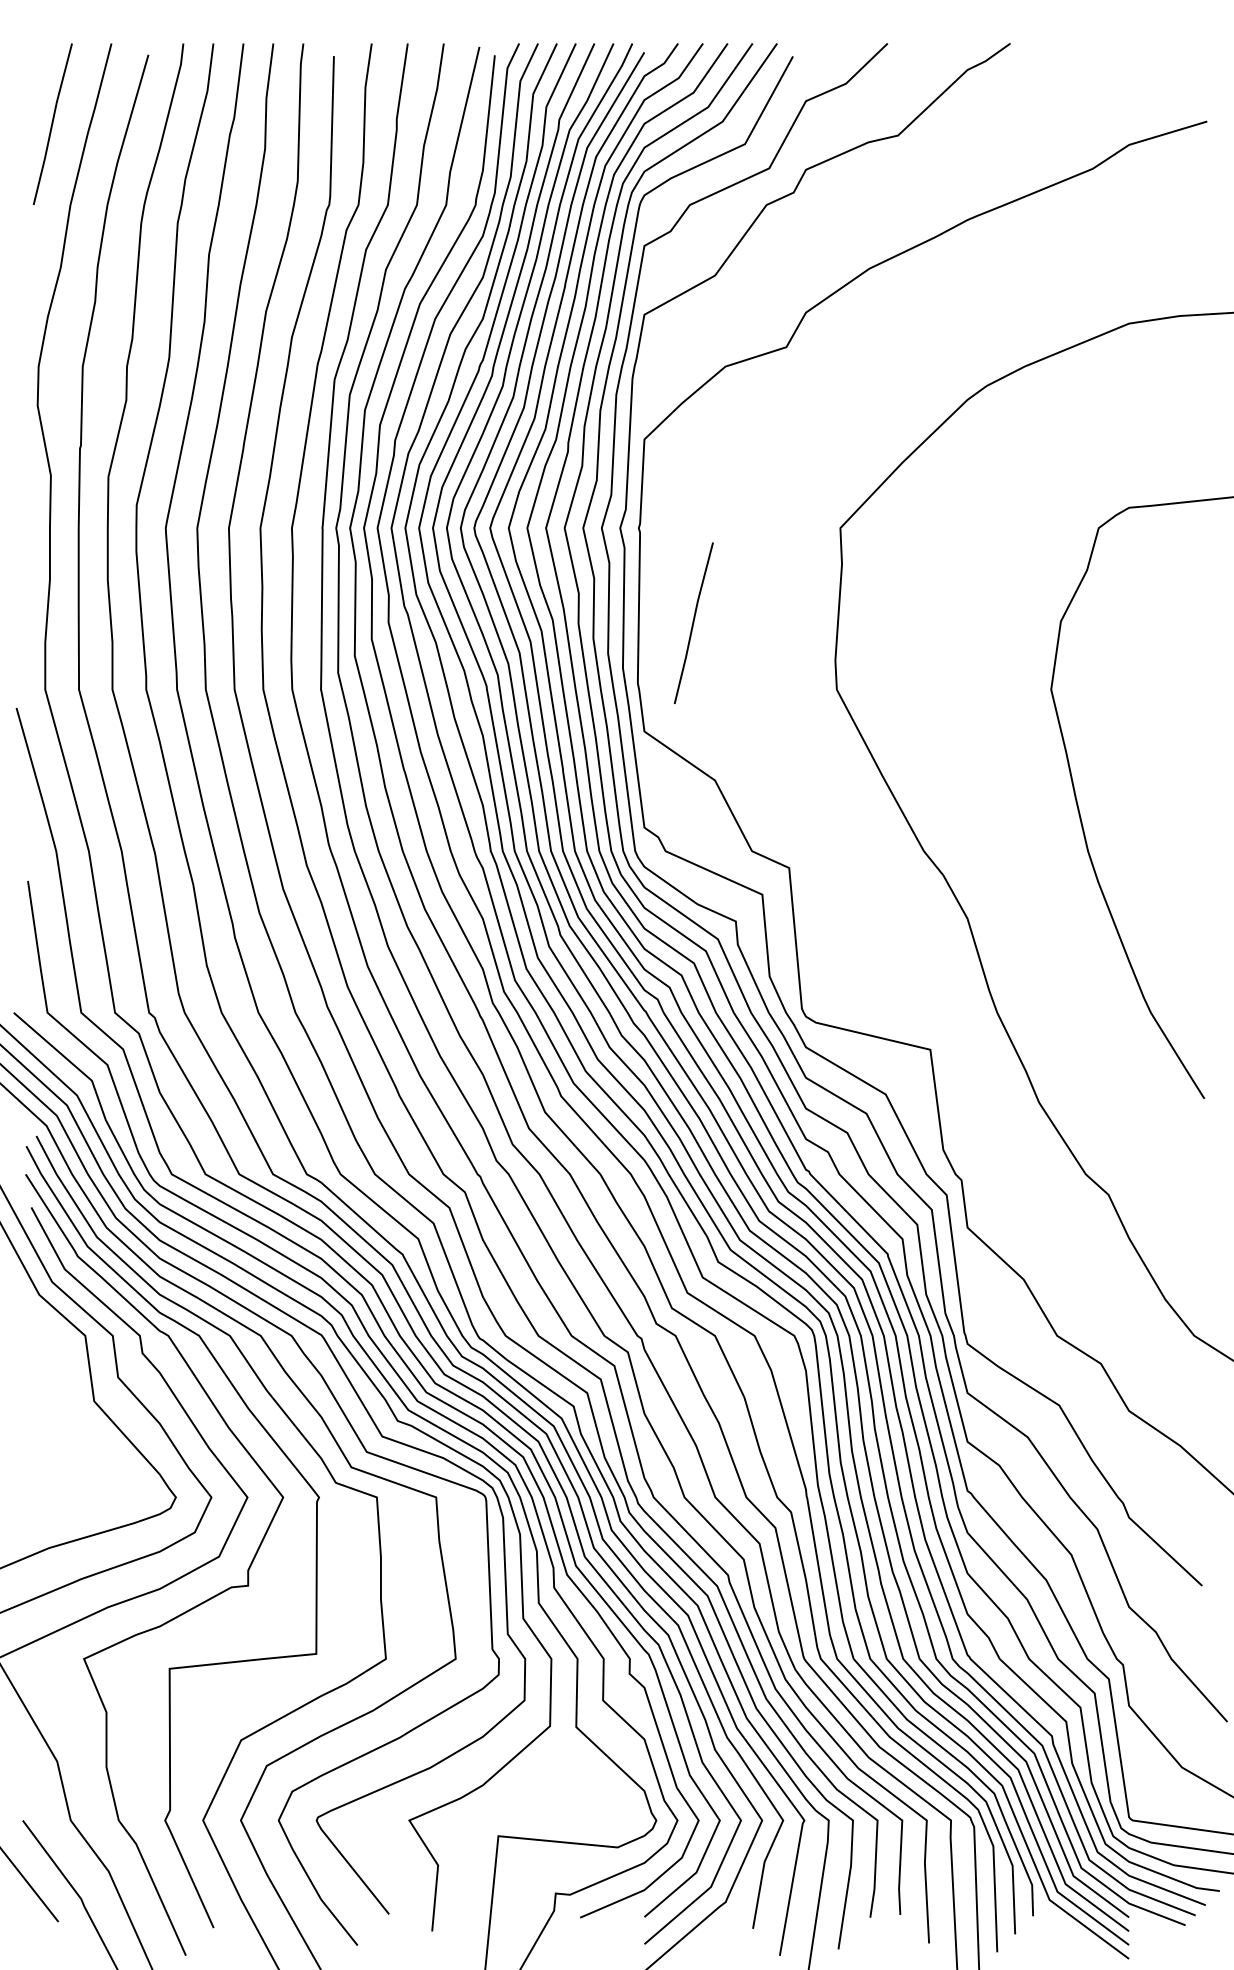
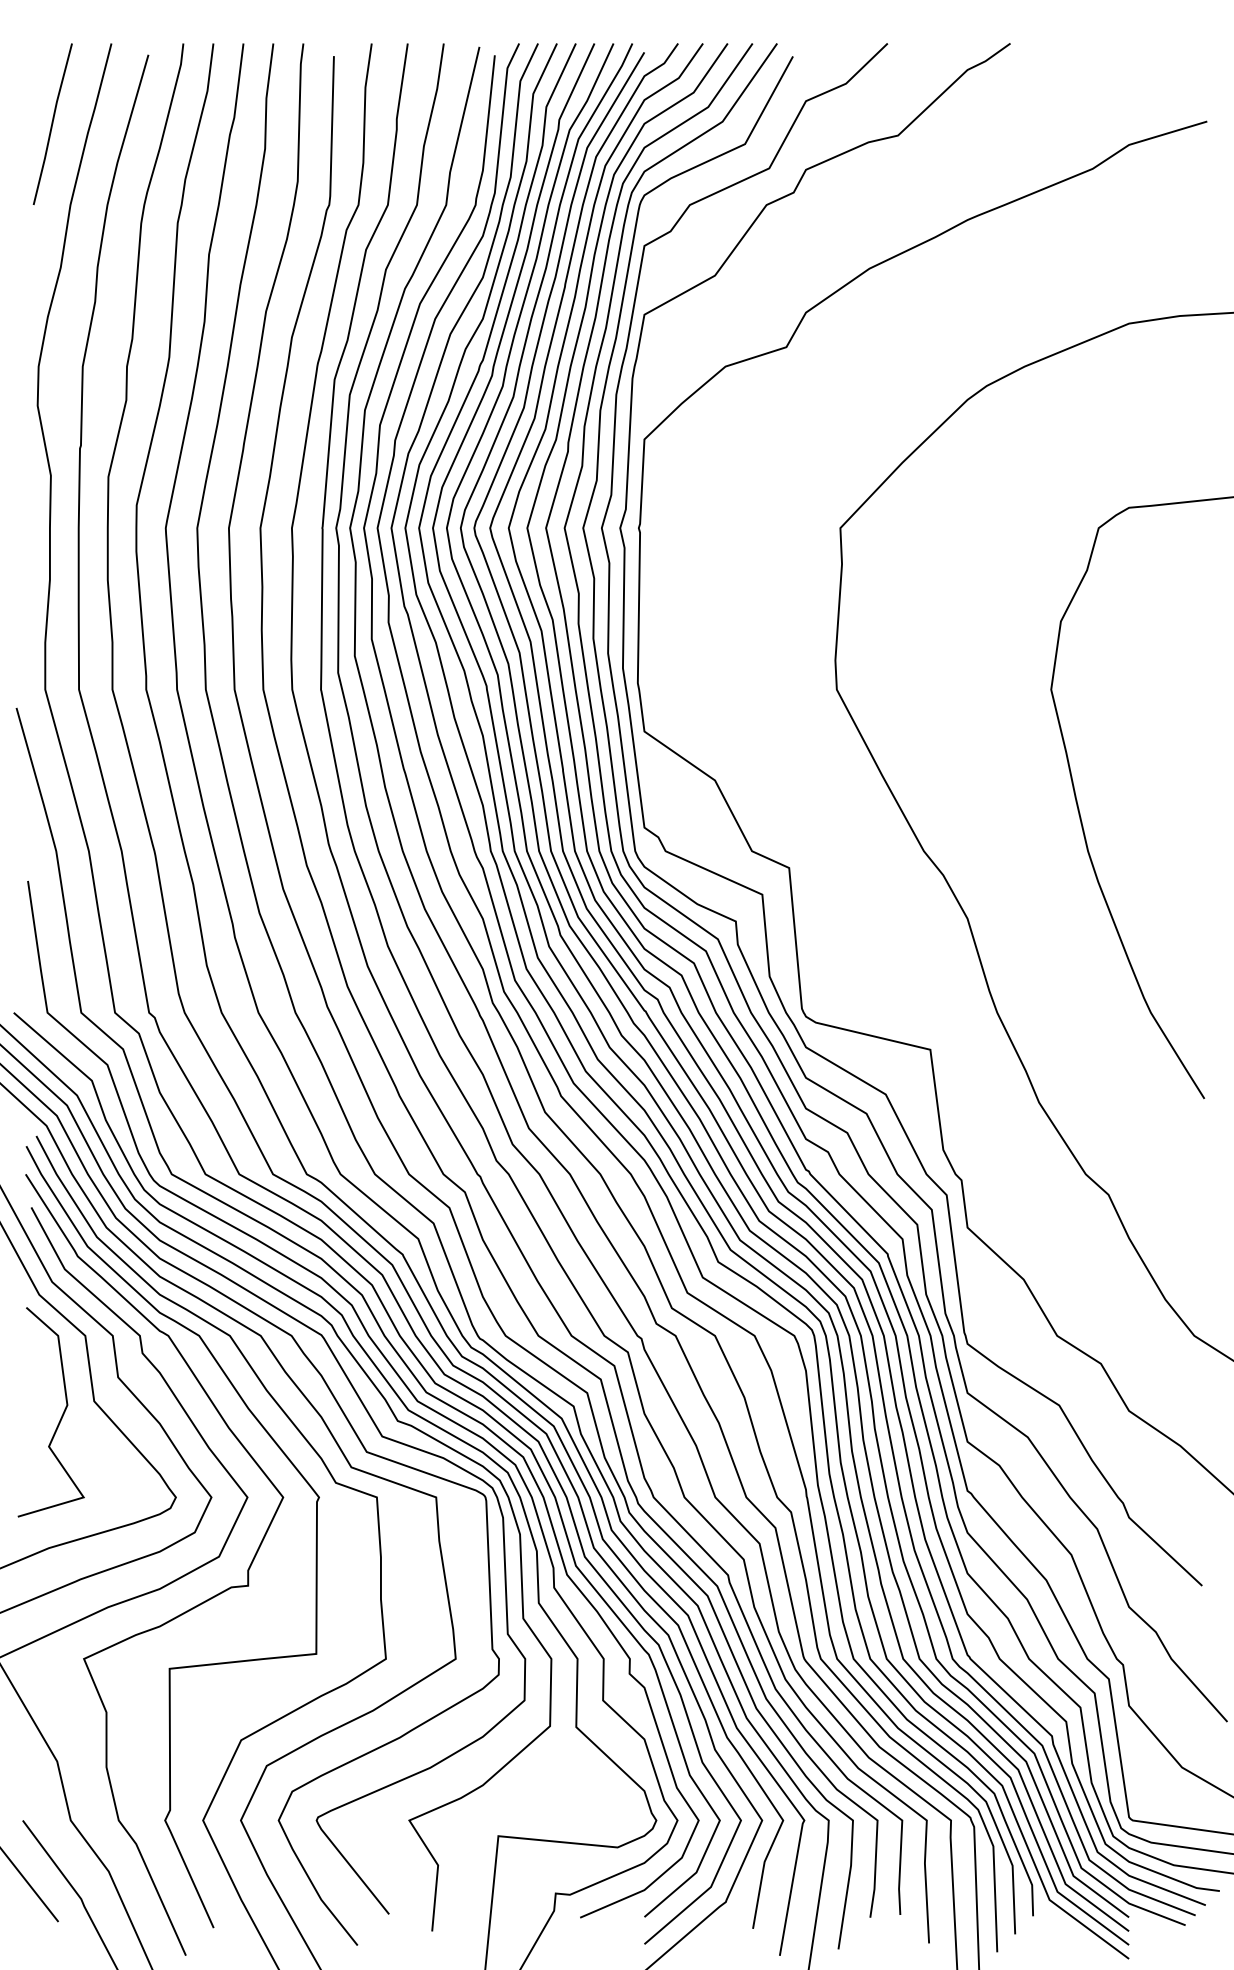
line at (693, 623): present -> none
curve at (60, 1417): none -> present
